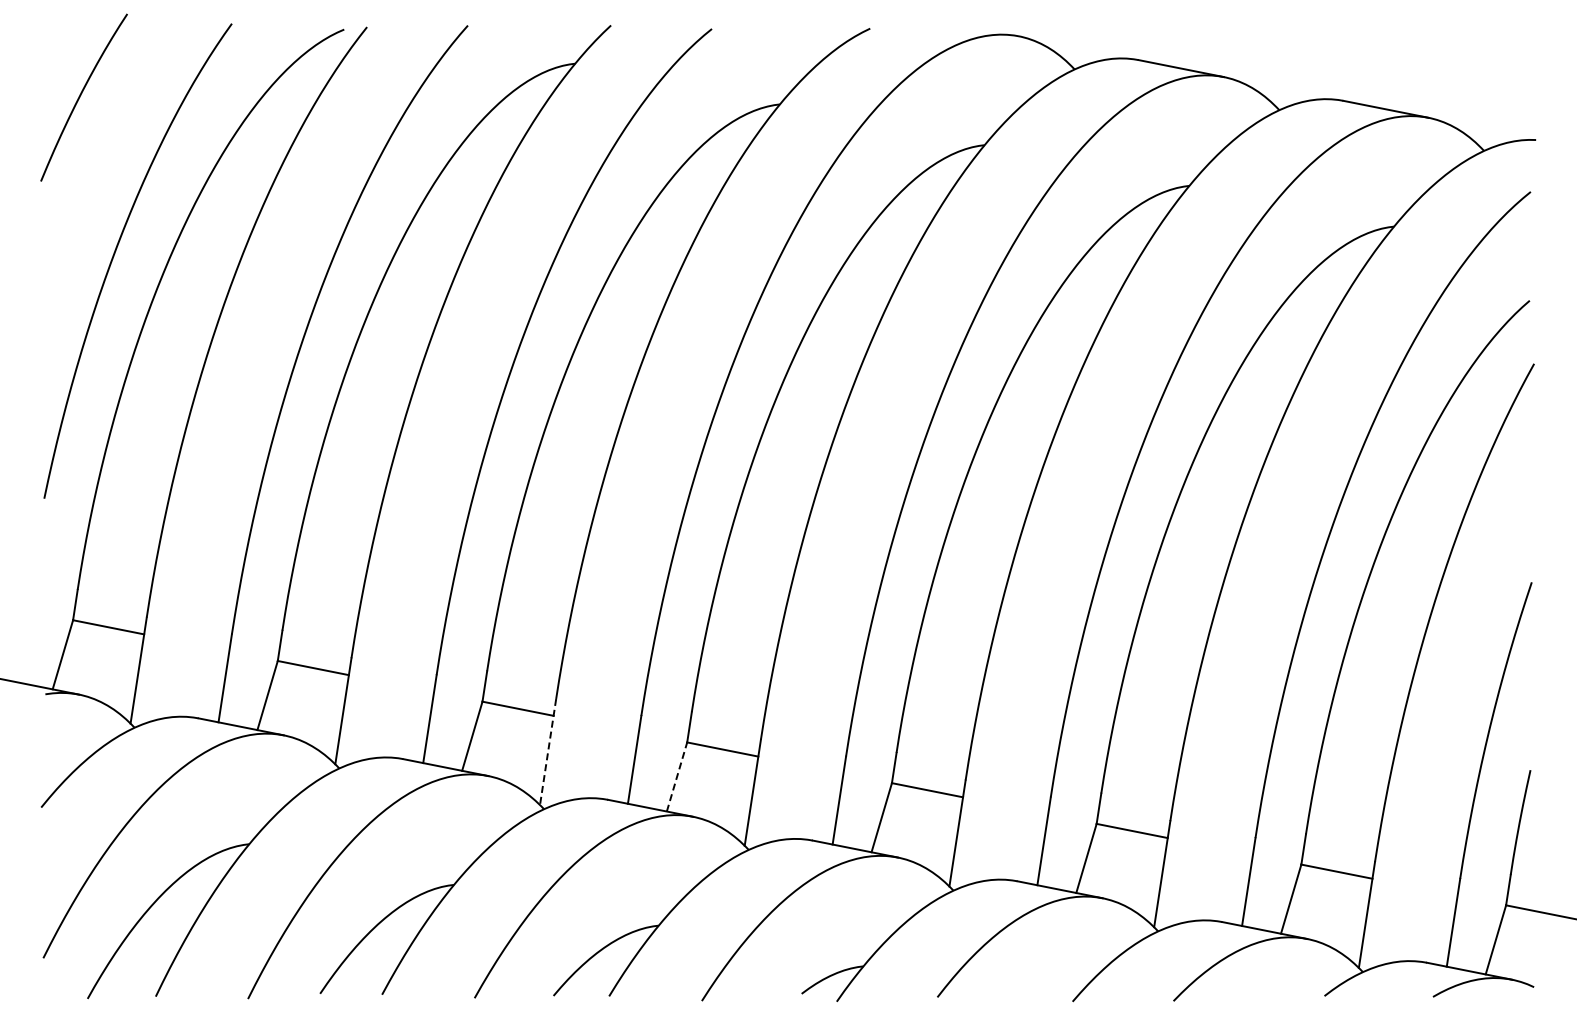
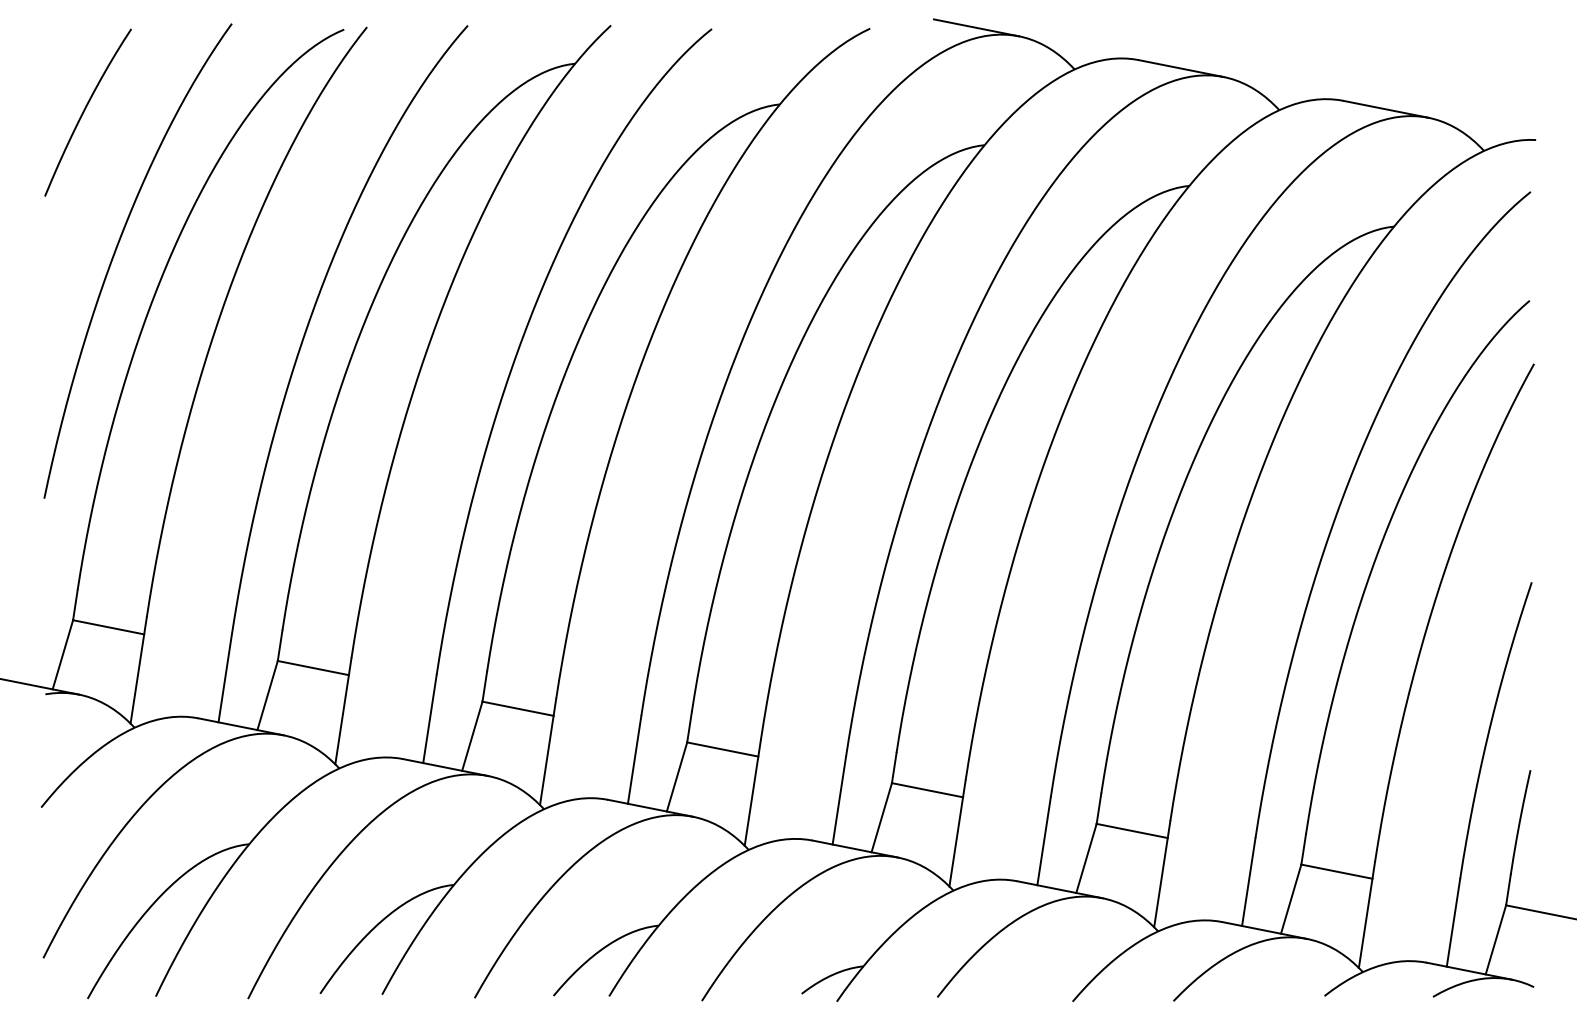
line at (976, 27): none -> present
curve at (81, 95) position: (81, 95) -> (85, 110)
line at (548, 752): dashed -> solid
line at (677, 776): dashed -> solid
